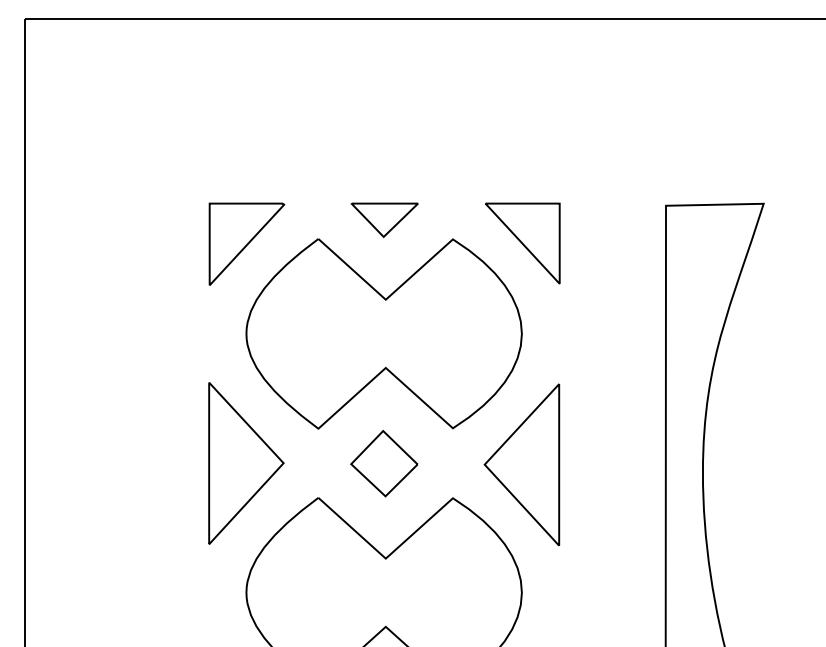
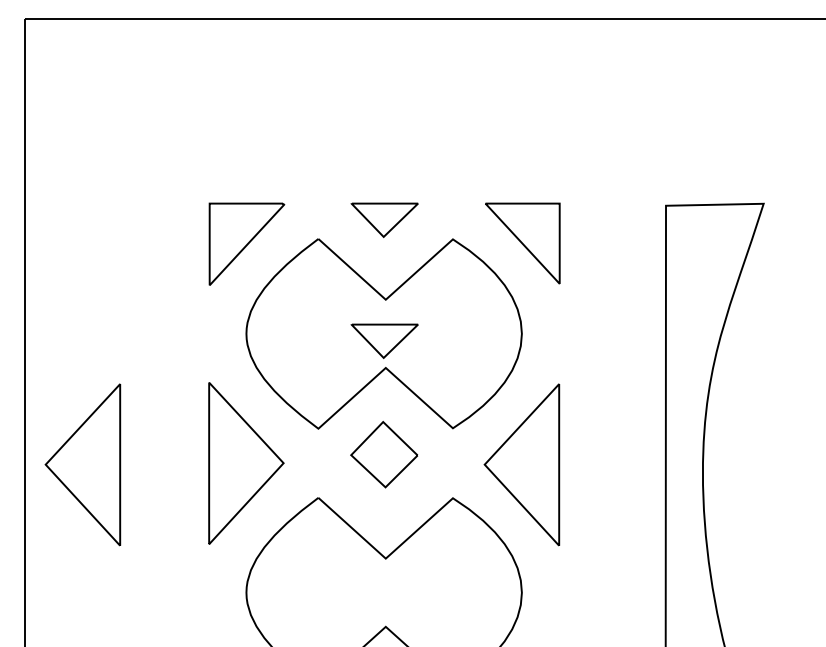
part at (384, 340): none -> present
part at (383, 463) position: (383, 463) -> (383, 454)
part at (82, 464): none -> present
